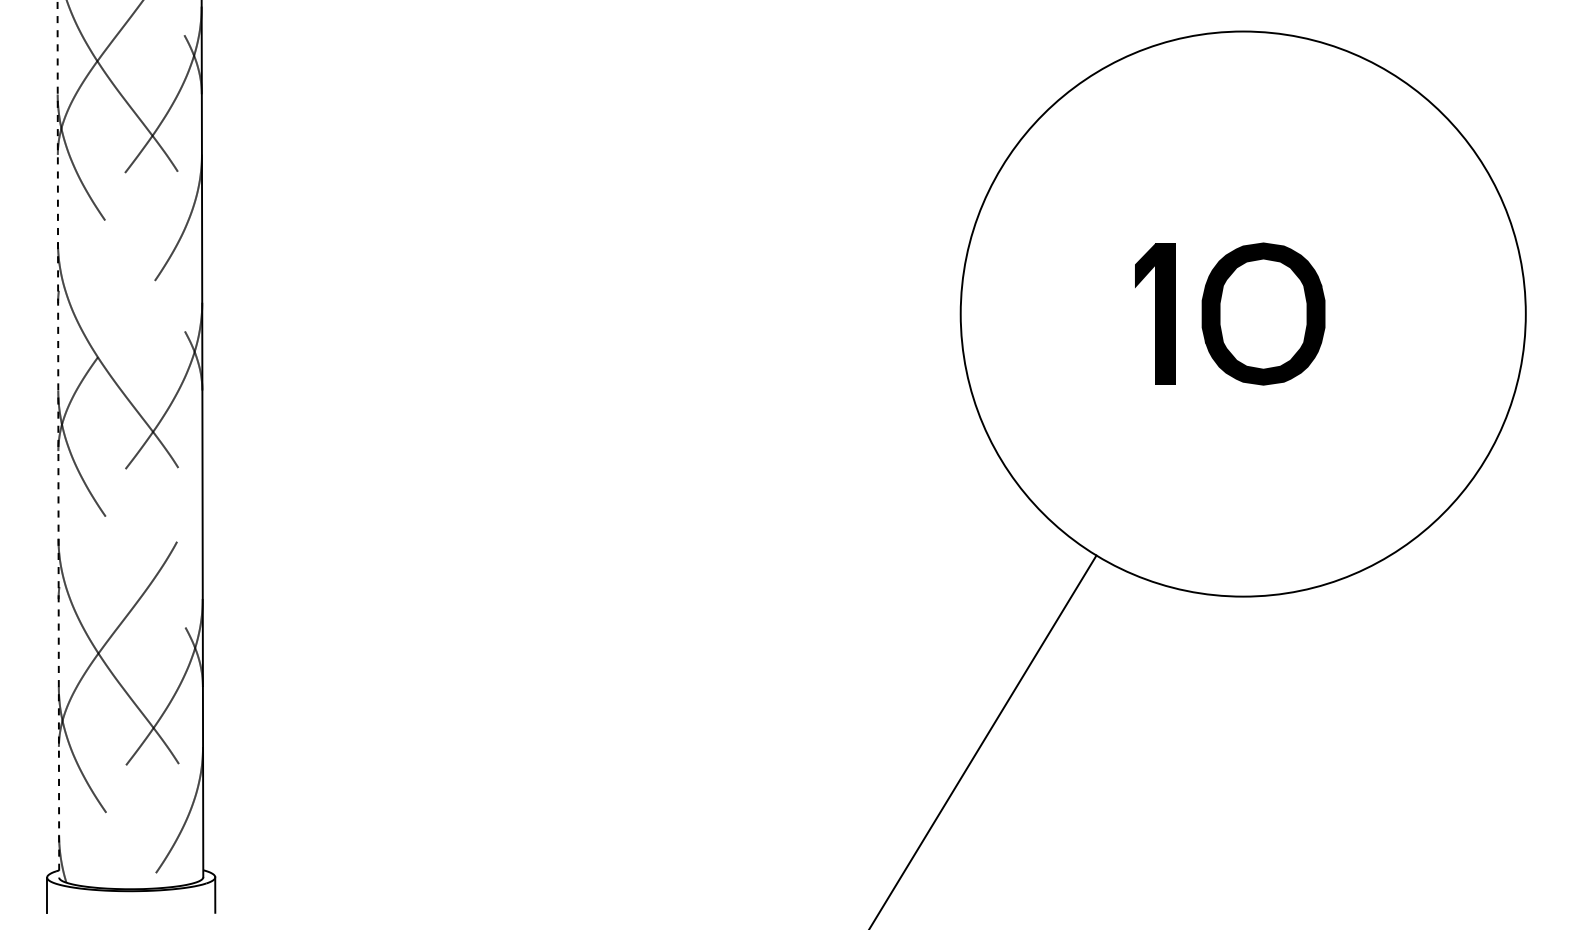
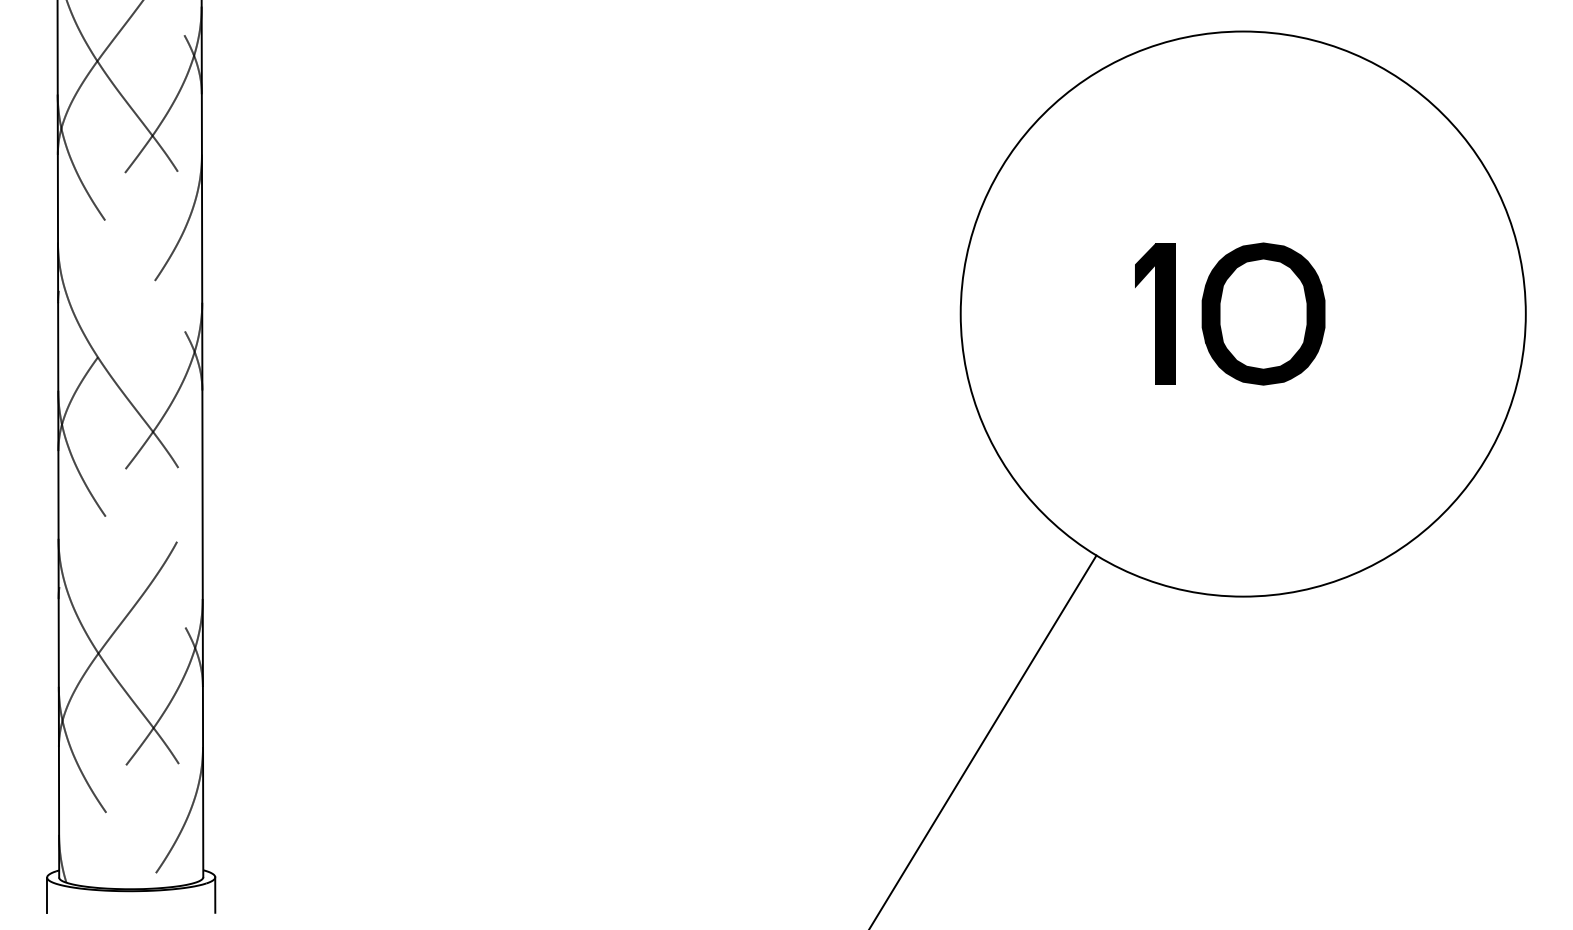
line at (58, 439): dashed -> solid
